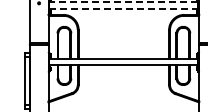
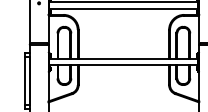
line at (123, 2): dashed -> solid
line at (124, 8): dashed -> solid
